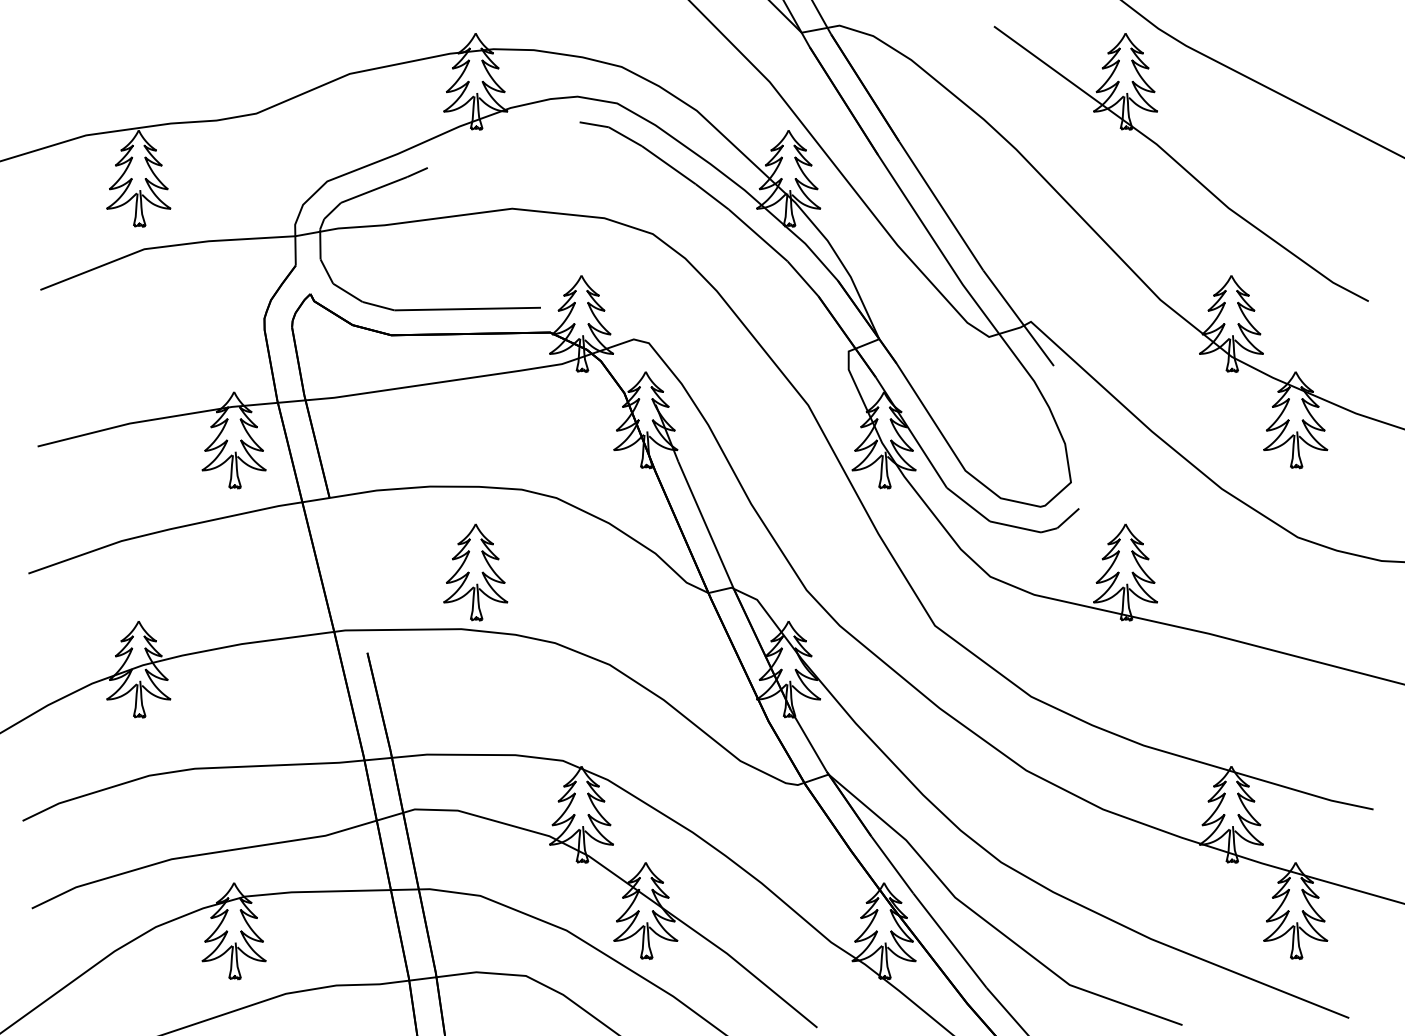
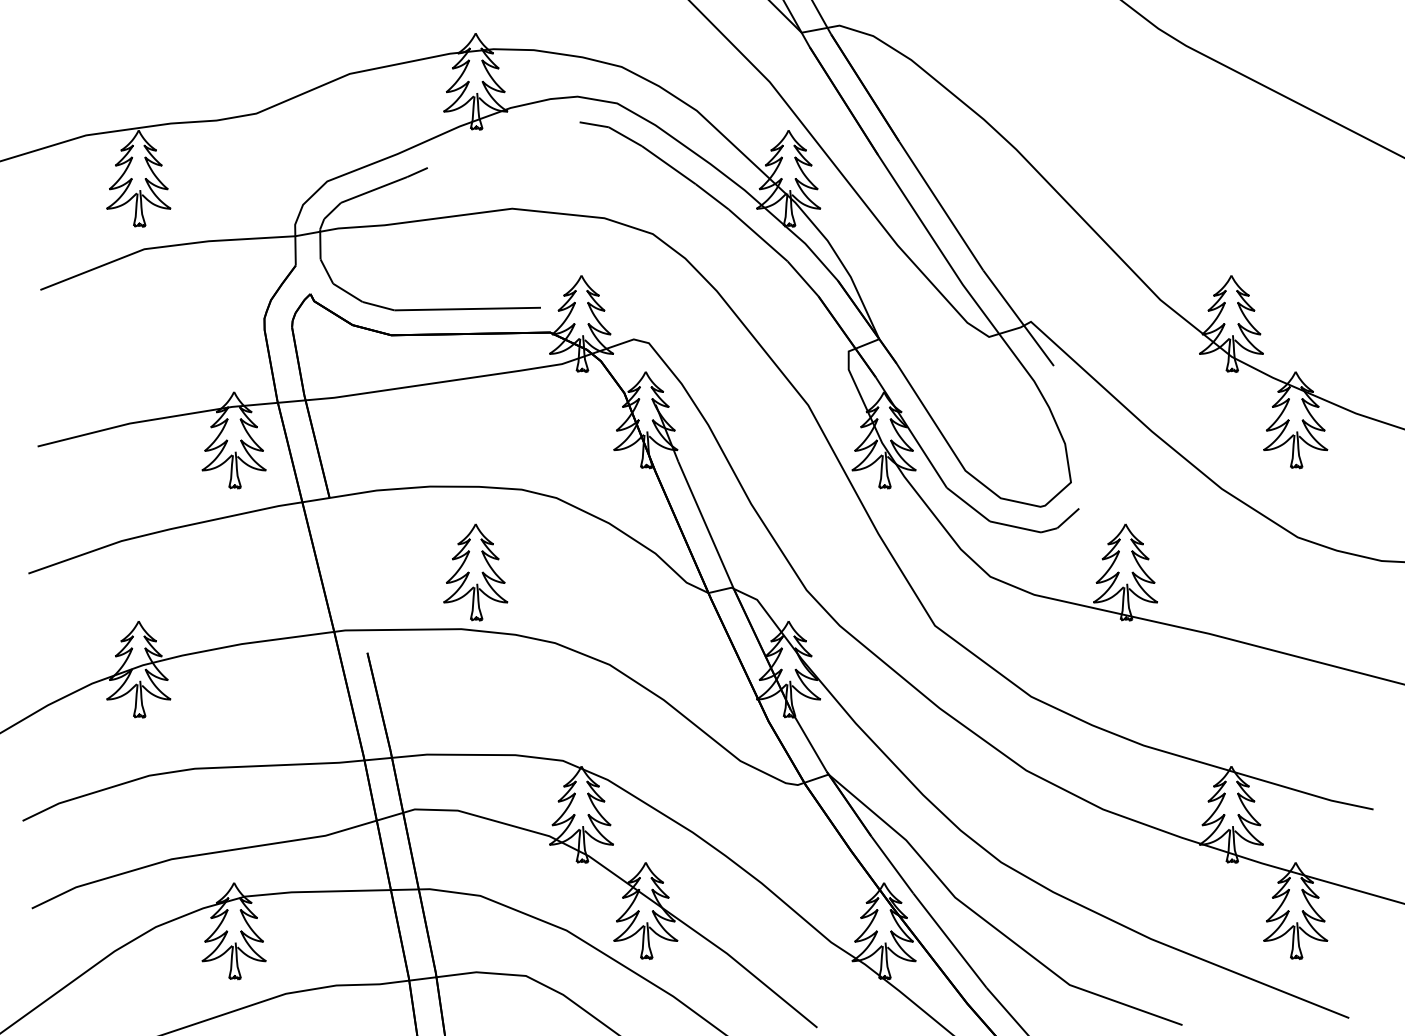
part at (1180, 163): present -> none
